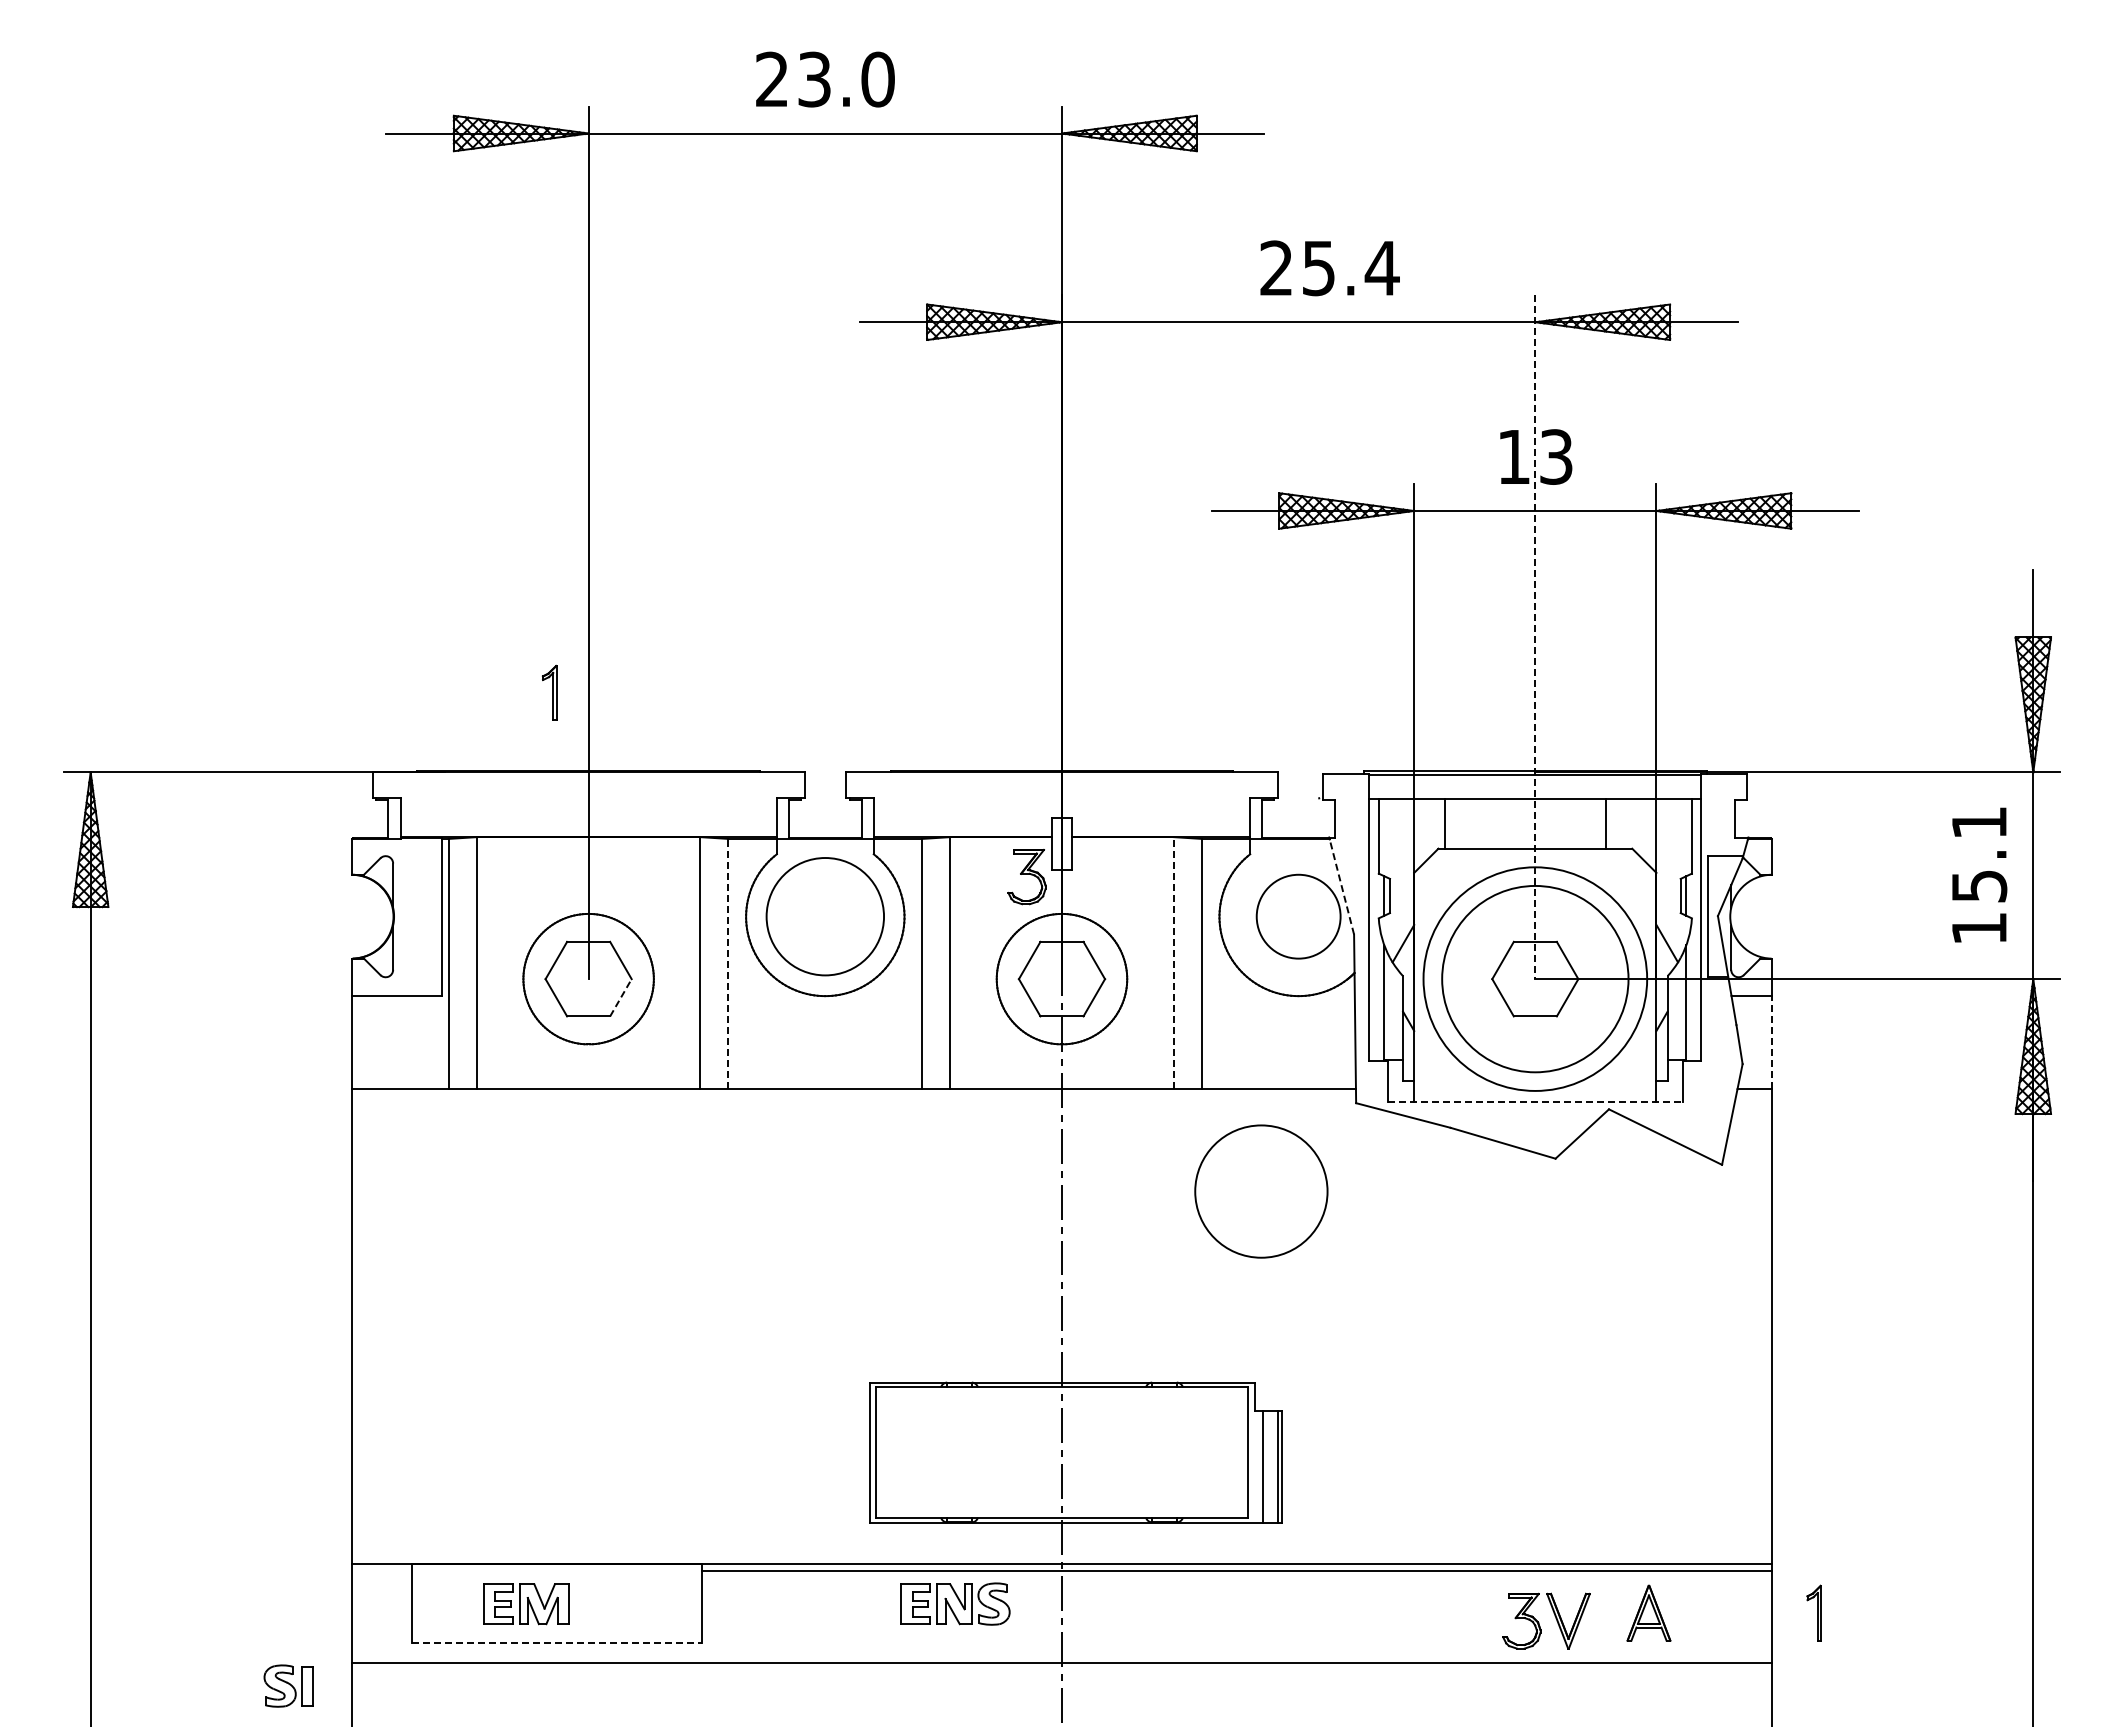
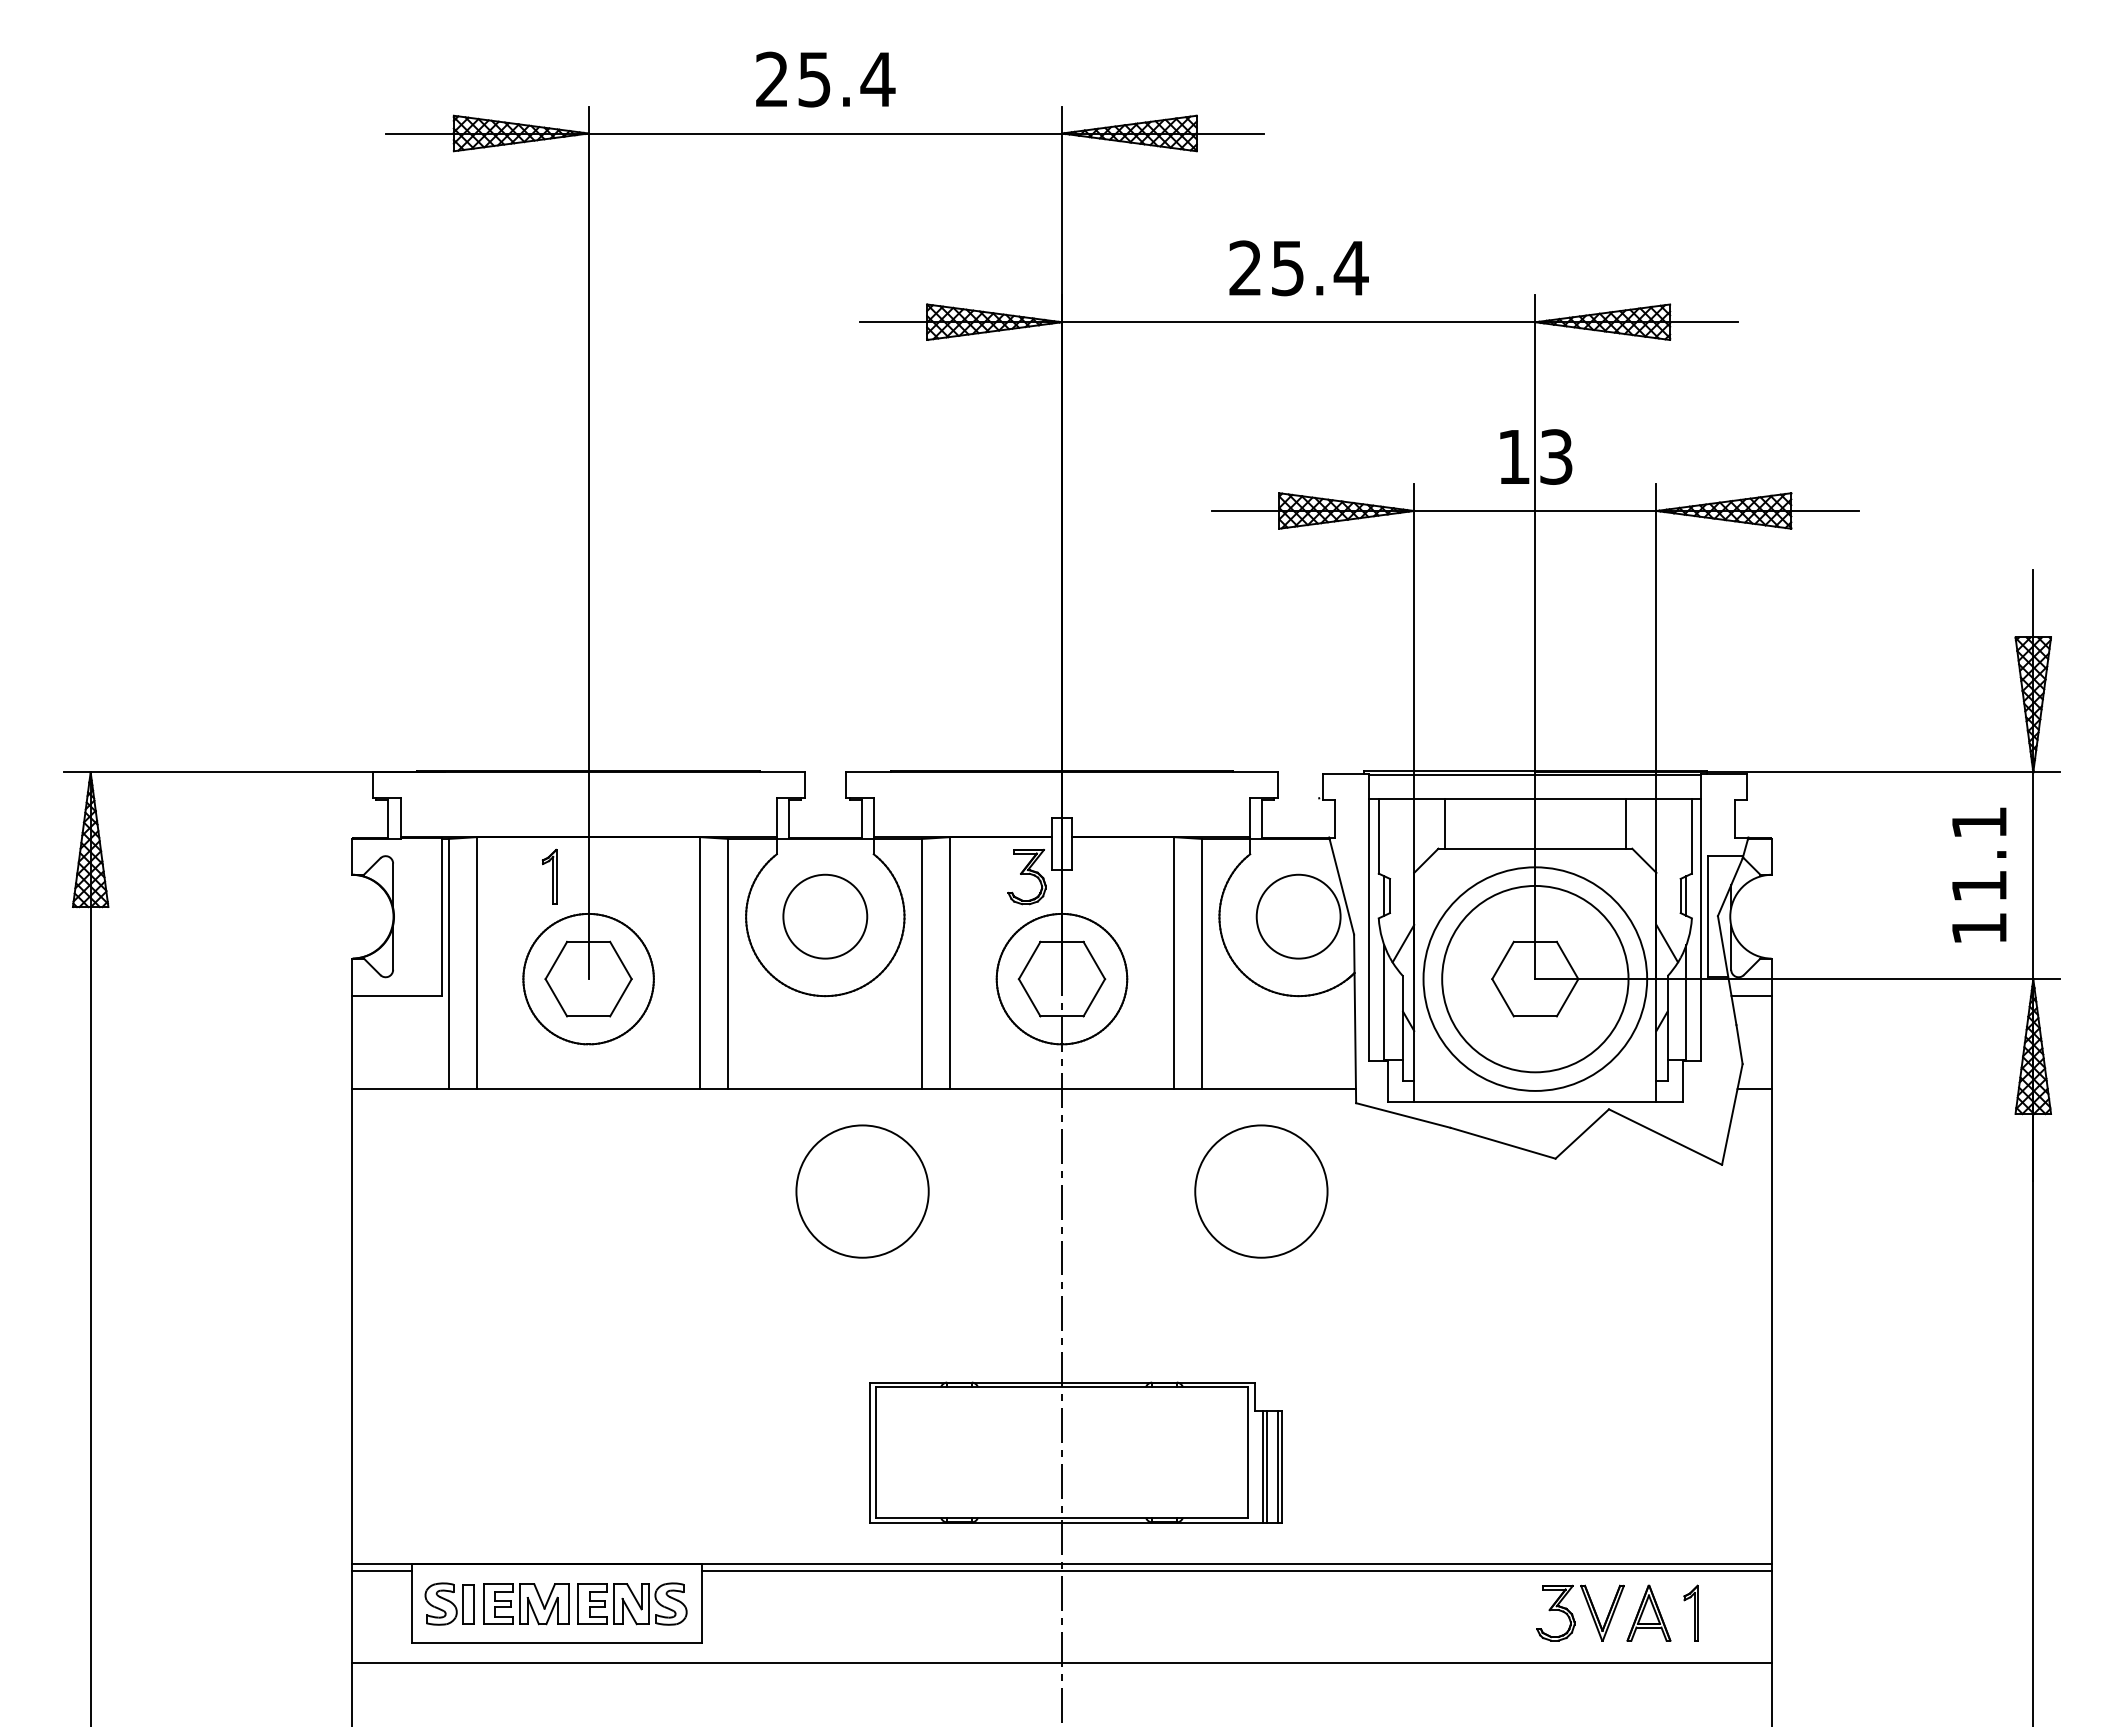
text at (847, 79): 23.0 -> 25.4
text at (1329, 268) position: (1329, 268) -> (1298, 268)
line at (1535, 637): dashed -> solid
part at (549, 692) position: (549, 692) -> (549, 876)
line at (1605, 823) position: (1605, 823) -> (1625, 823)
line at (1341, 886): dashed -> solid
text at (1979, 886): 15.1 -> 11.1
circle at (825, 916) diameter: 117 px -> 84 px
line at (728, 963): dashed -> solid
line at (1173, 963): dashed -> solid
line at (620, 997): dashed -> solid
line at (1771, 1042): dashed -> solid
line at (1535, 1102): dashed -> solid
circle at (862, 1191): none -> present
line at (1266, 1466): none -> present
line at (381, 1571): none -> present
part at (955, 1603) position: (955, 1603) -> (632, 1603)
part at (1813, 1612) position: (1813, 1612) -> (1690, 1612)
part at (1539, 1622) position: (1539, 1622) -> (1573, 1614)
line at (557, 1642): dashed -> solid
part at (288, 1685) position: (288, 1685) -> (449, 1603)
